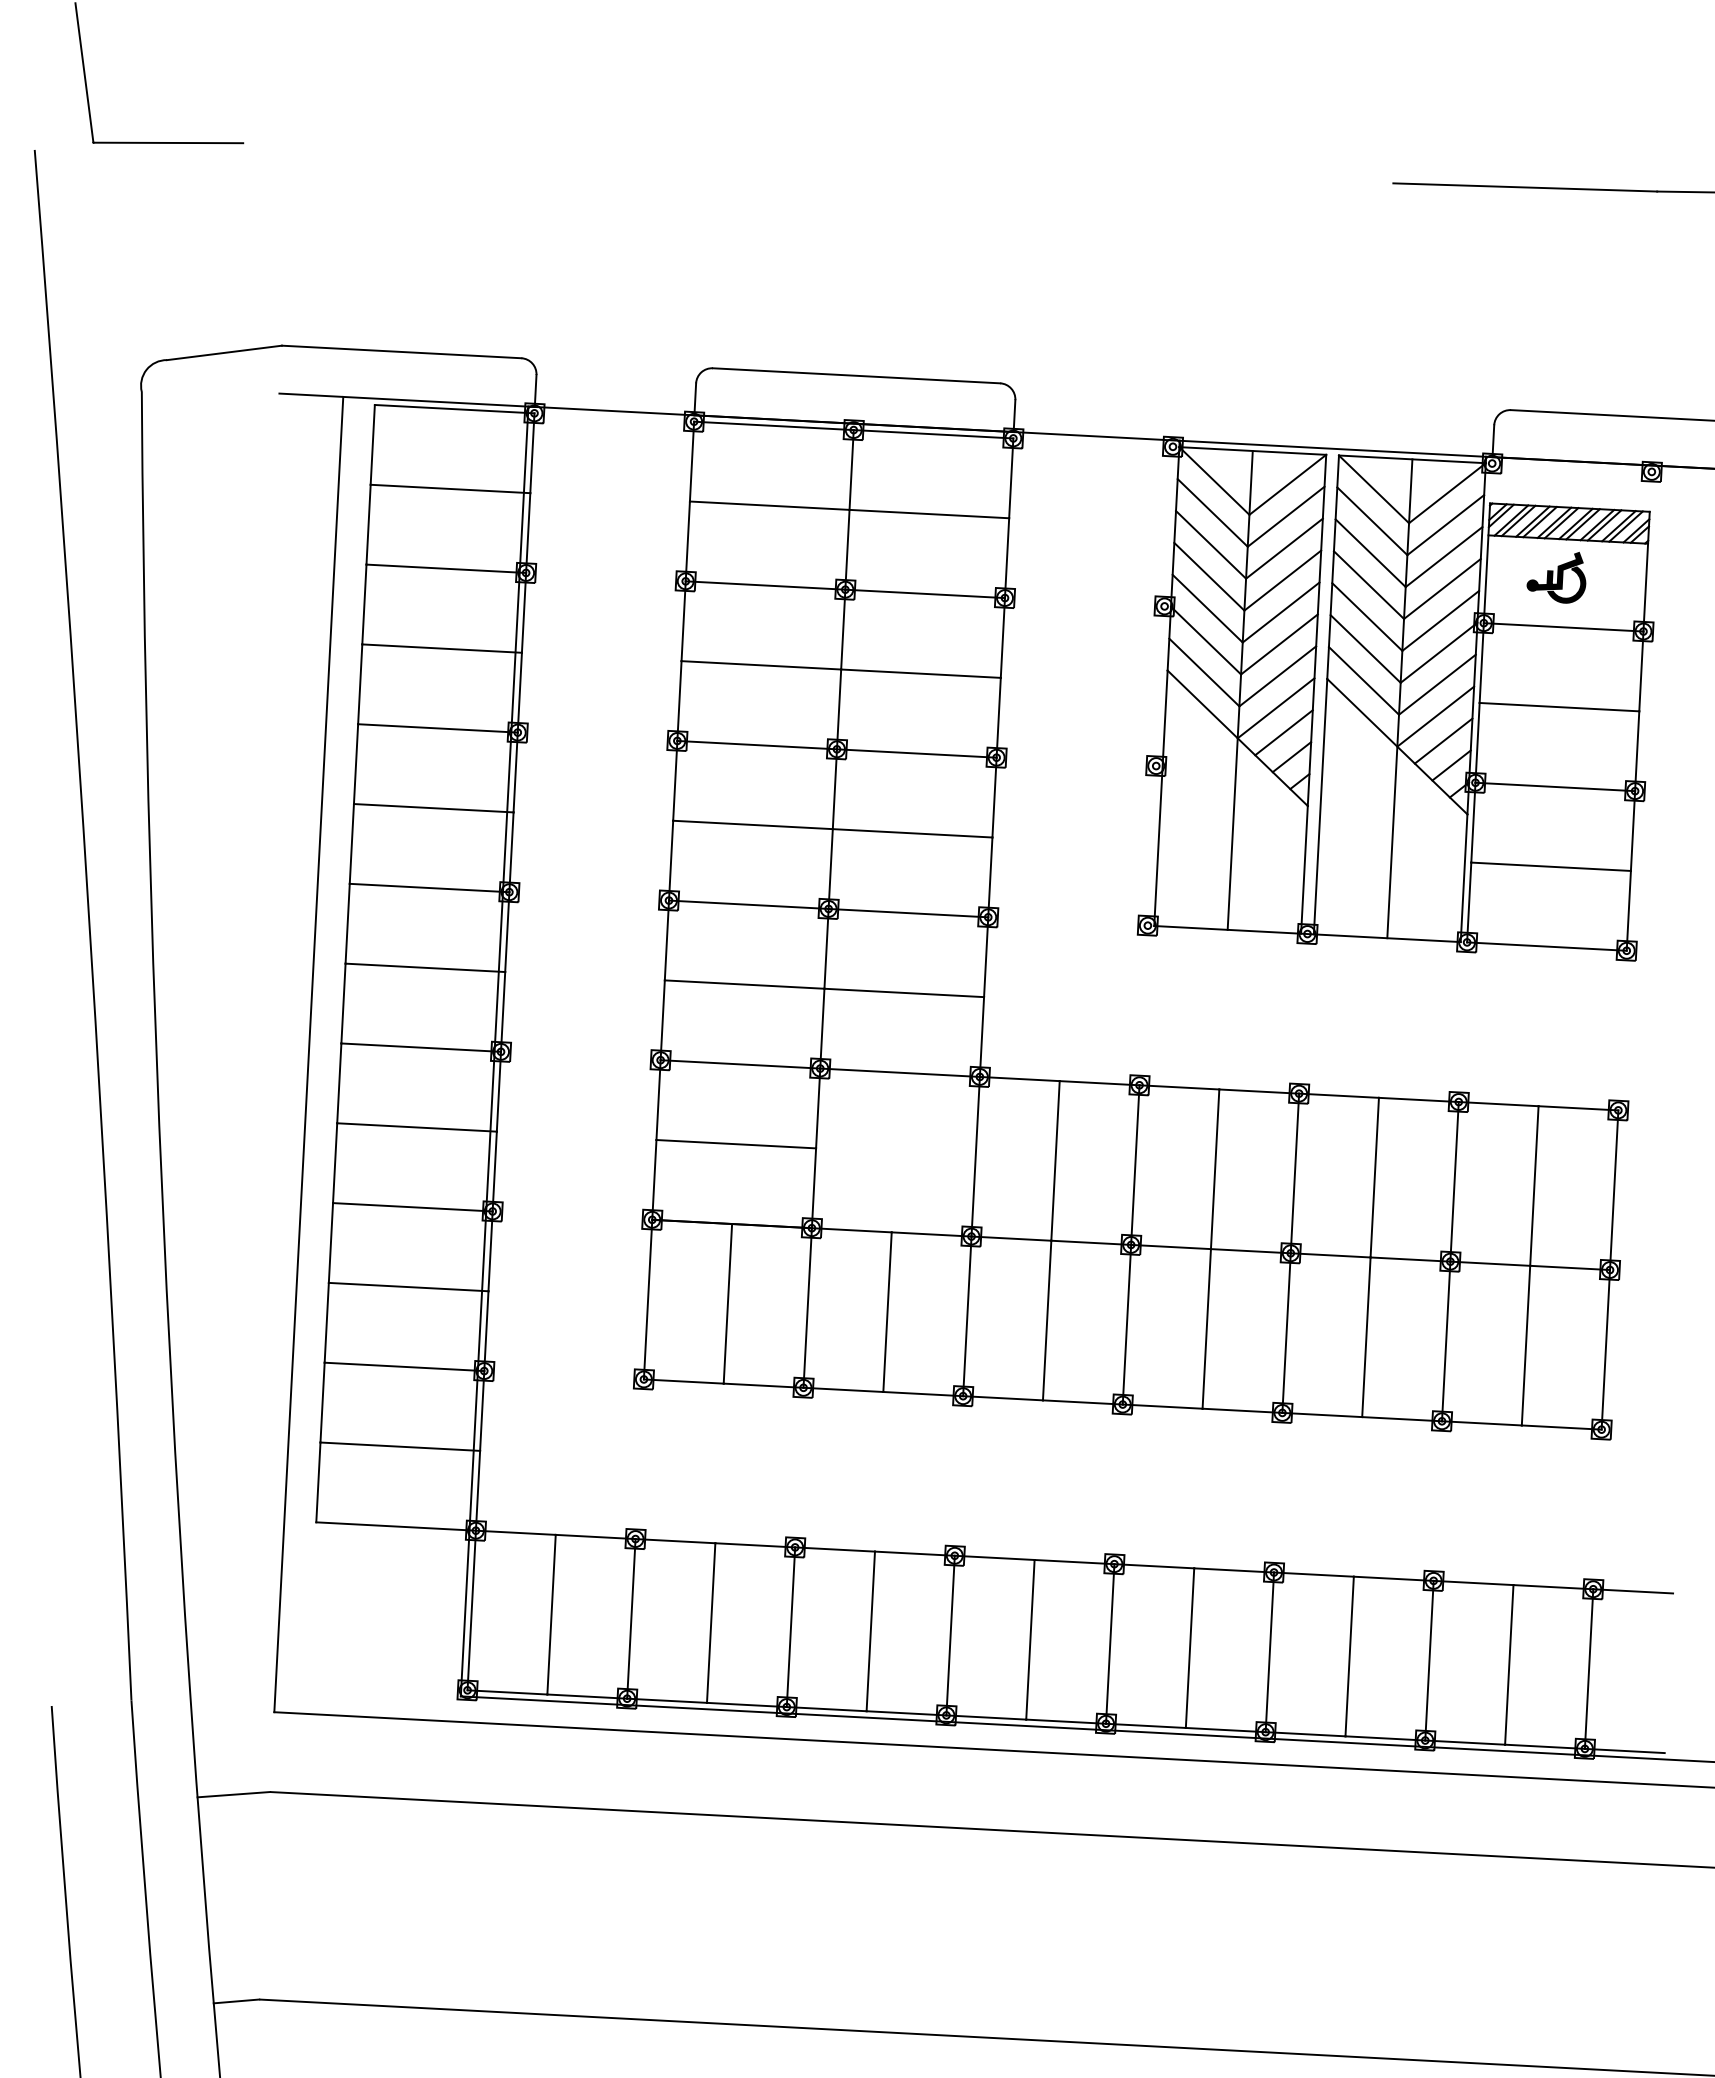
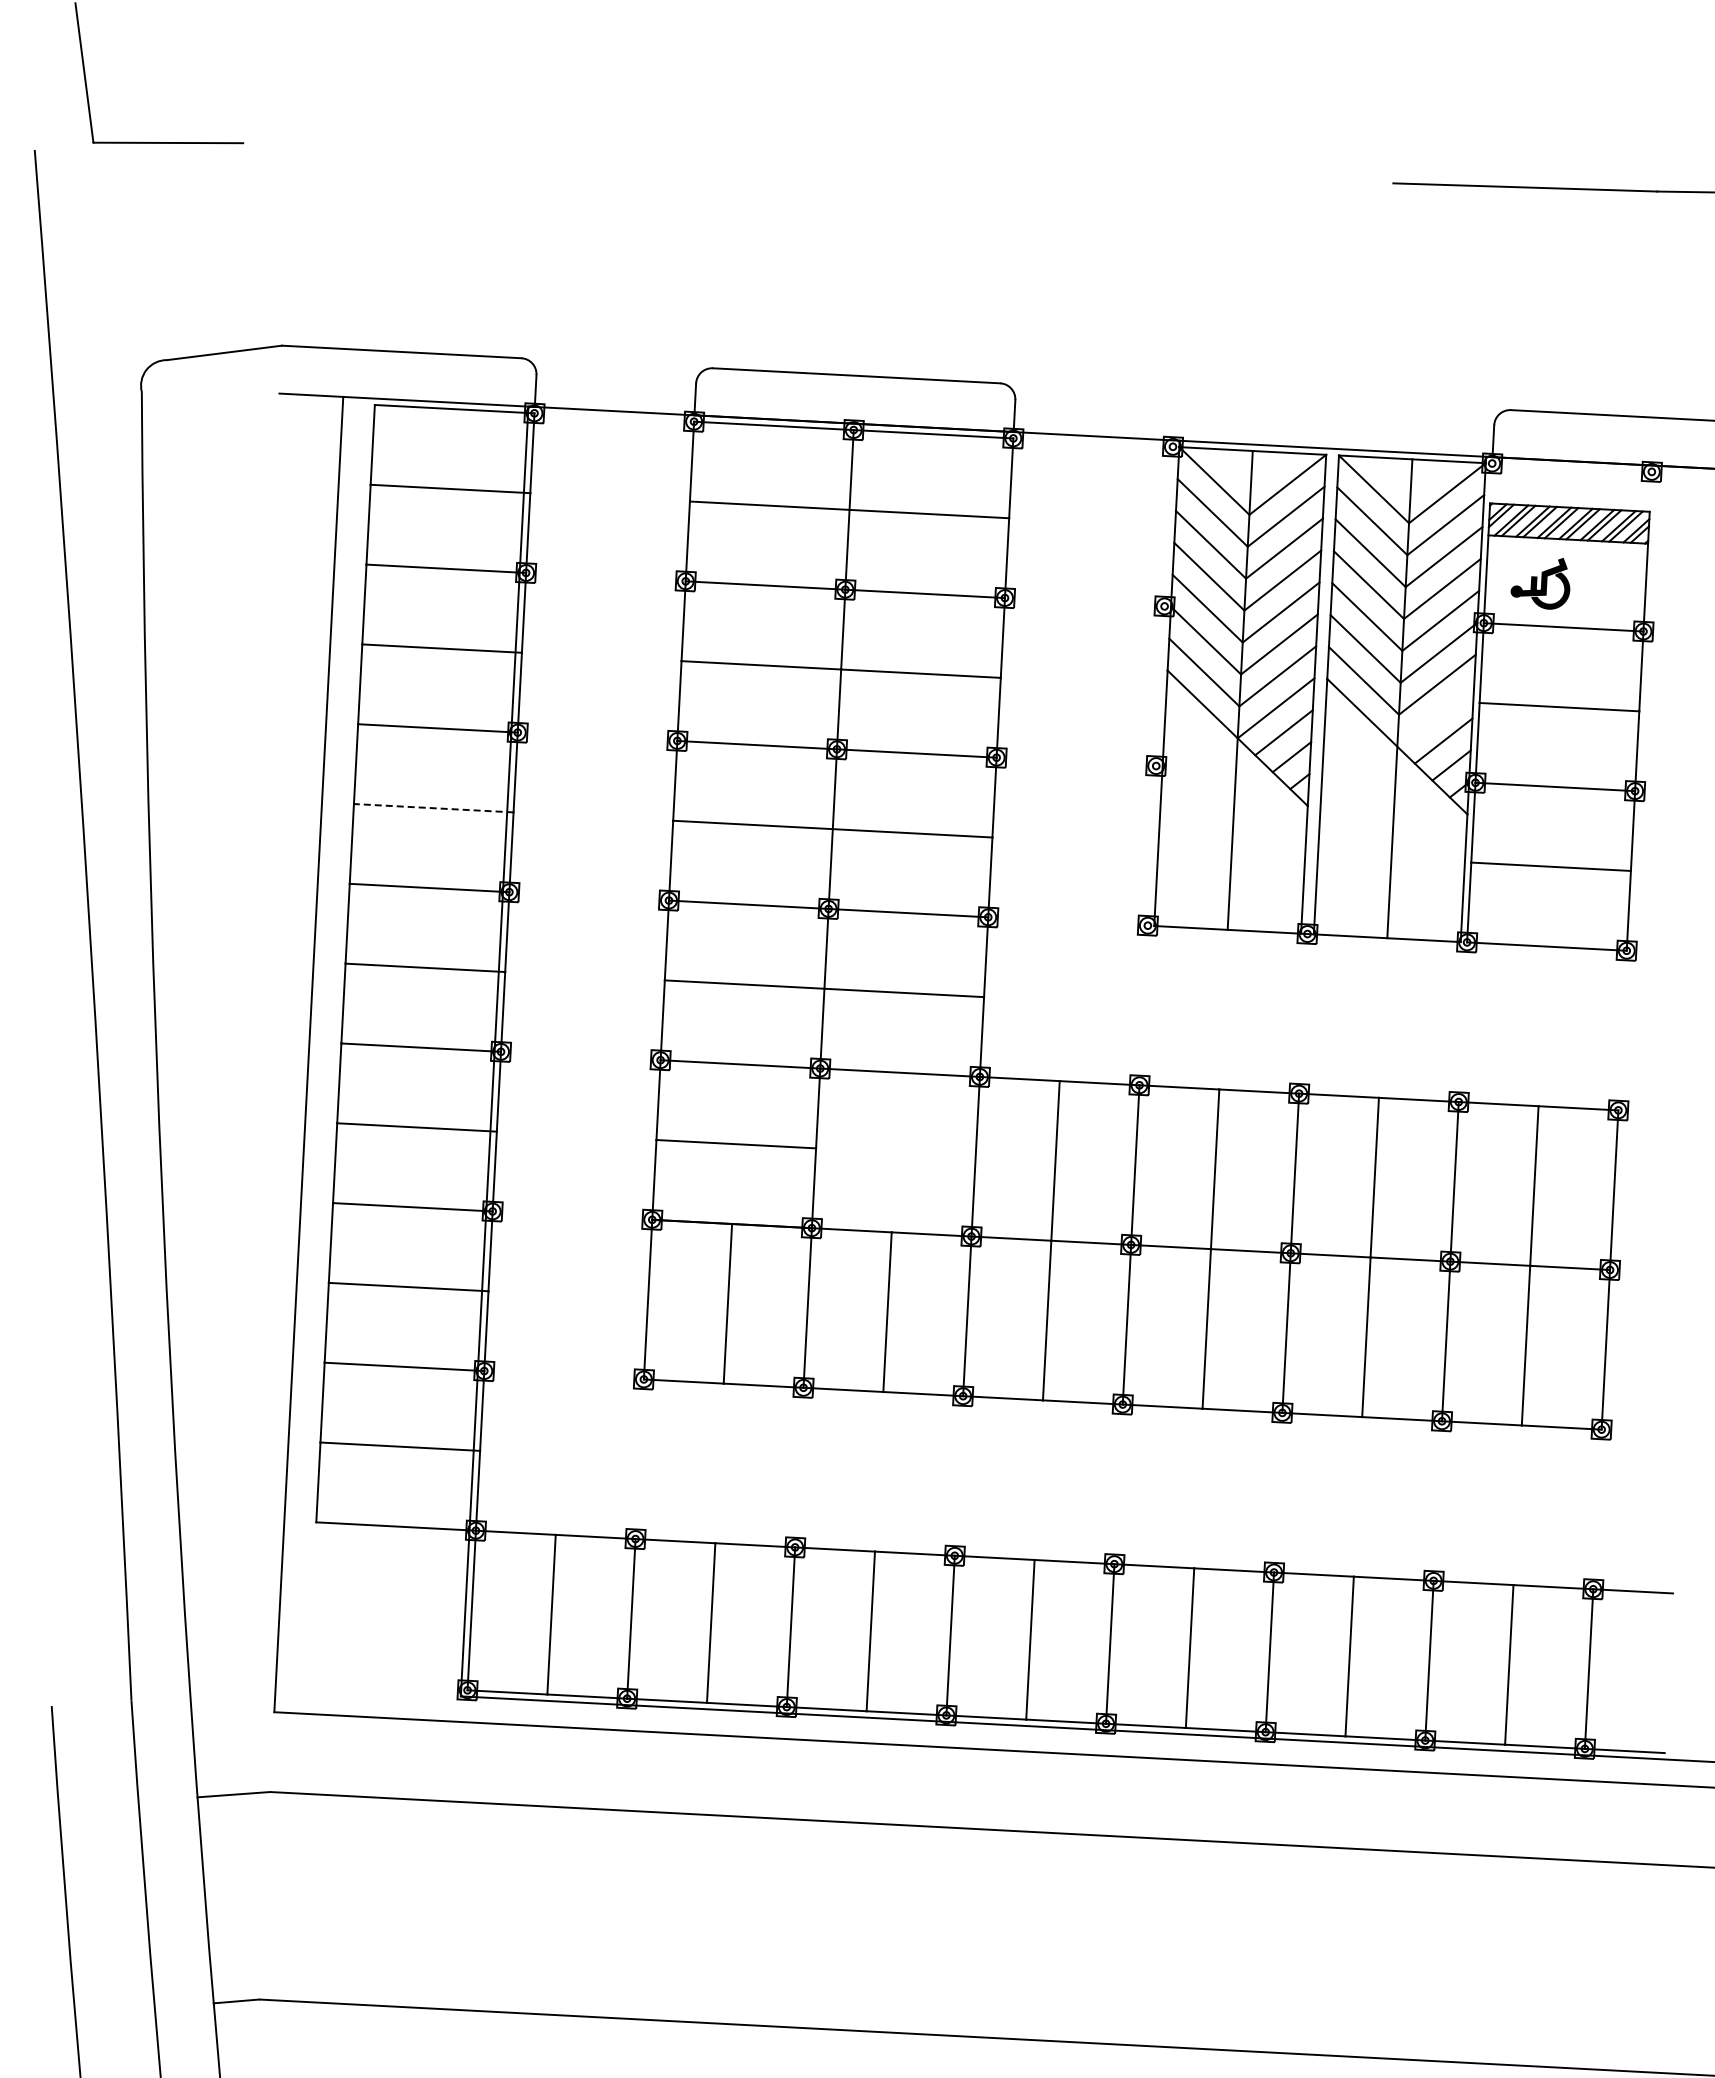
part at (1556, 577) position: (1556, 577) -> (1540, 583)
line at (1435, 716): present -> none
line at (433, 808): solid -> dashed
